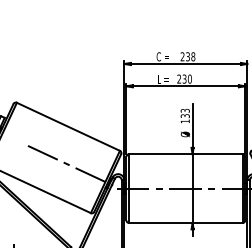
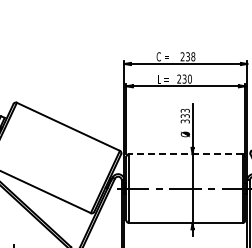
text at (184, 121): 133 -> 333
line at (185, 154): solid -> dashed
line at (70, 165): present -> none
